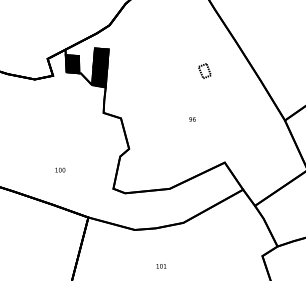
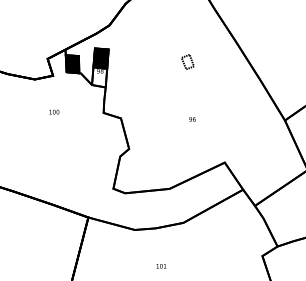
part at (204, 70) position: (204, 70) -> (187, 61)
fill at (99, 77): present -> none
text at (60, 169) position: (60, 169) -> (54, 111)
